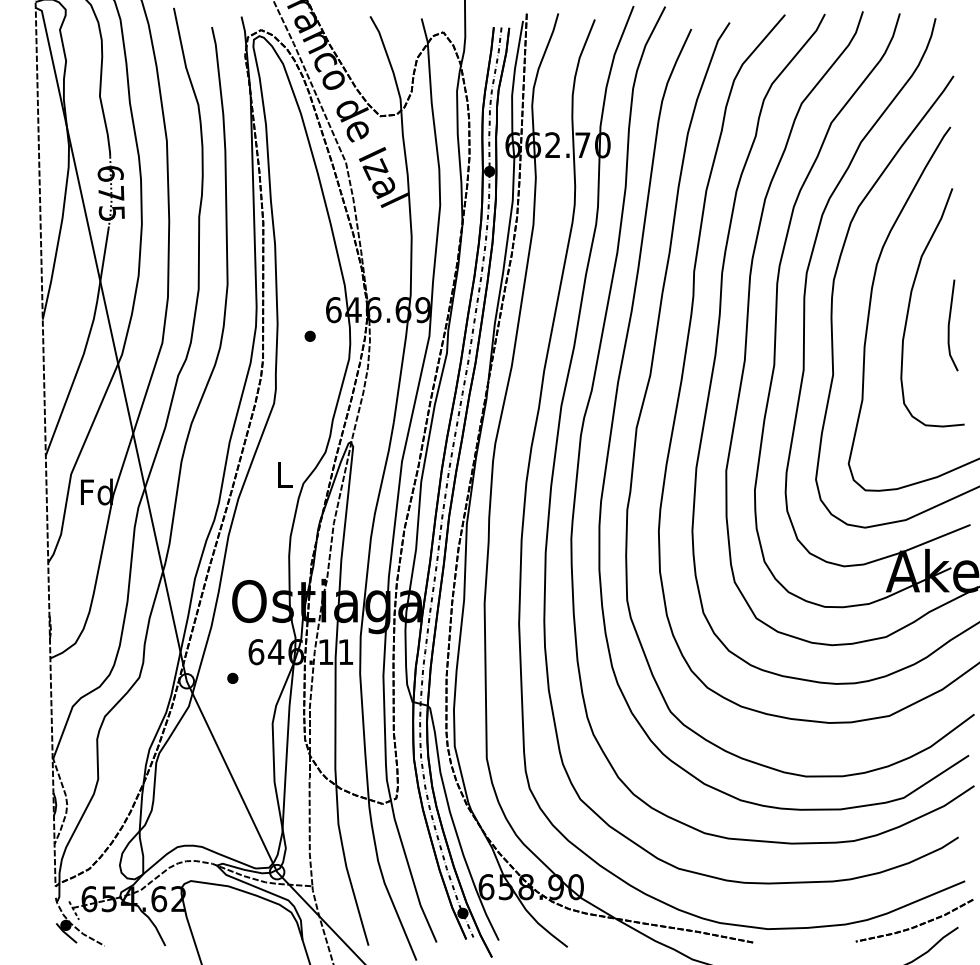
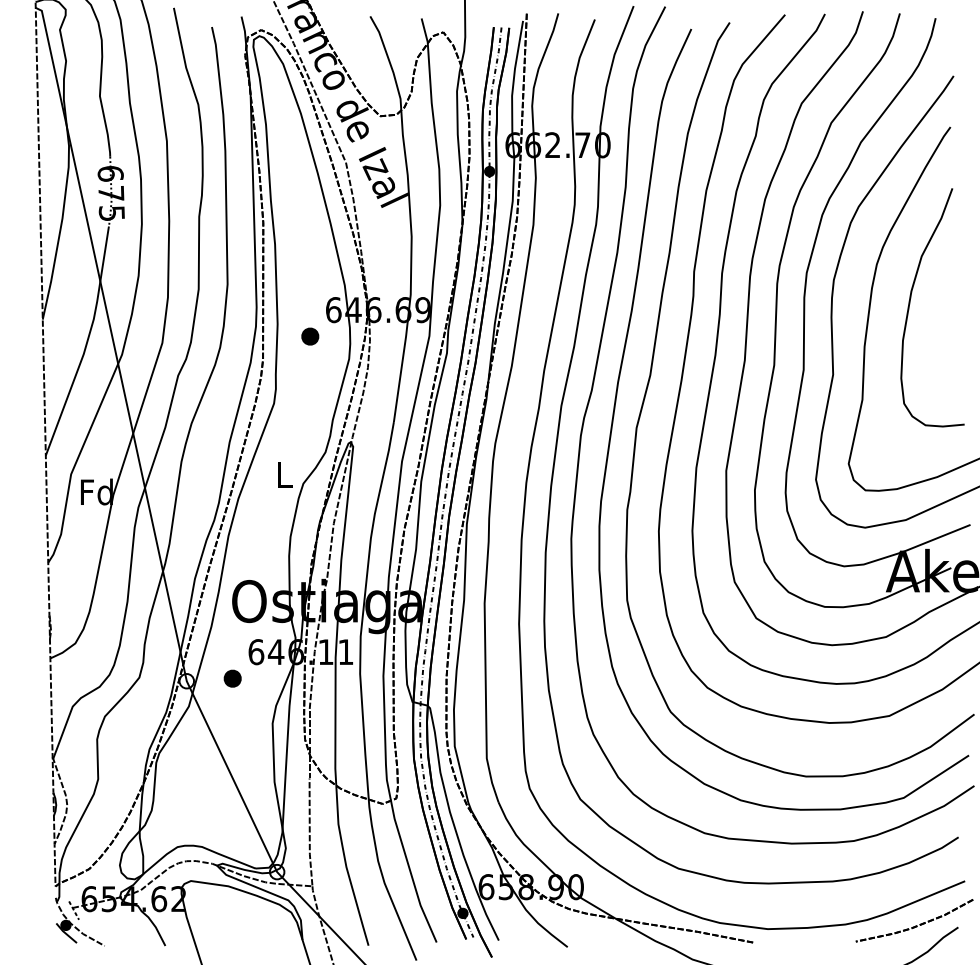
line at (949, 325): present -> none
part at (309, 335) size: 12x12 px -> 19x19 px
part at (232, 677) size: 12x12 px -> 19x19 px
